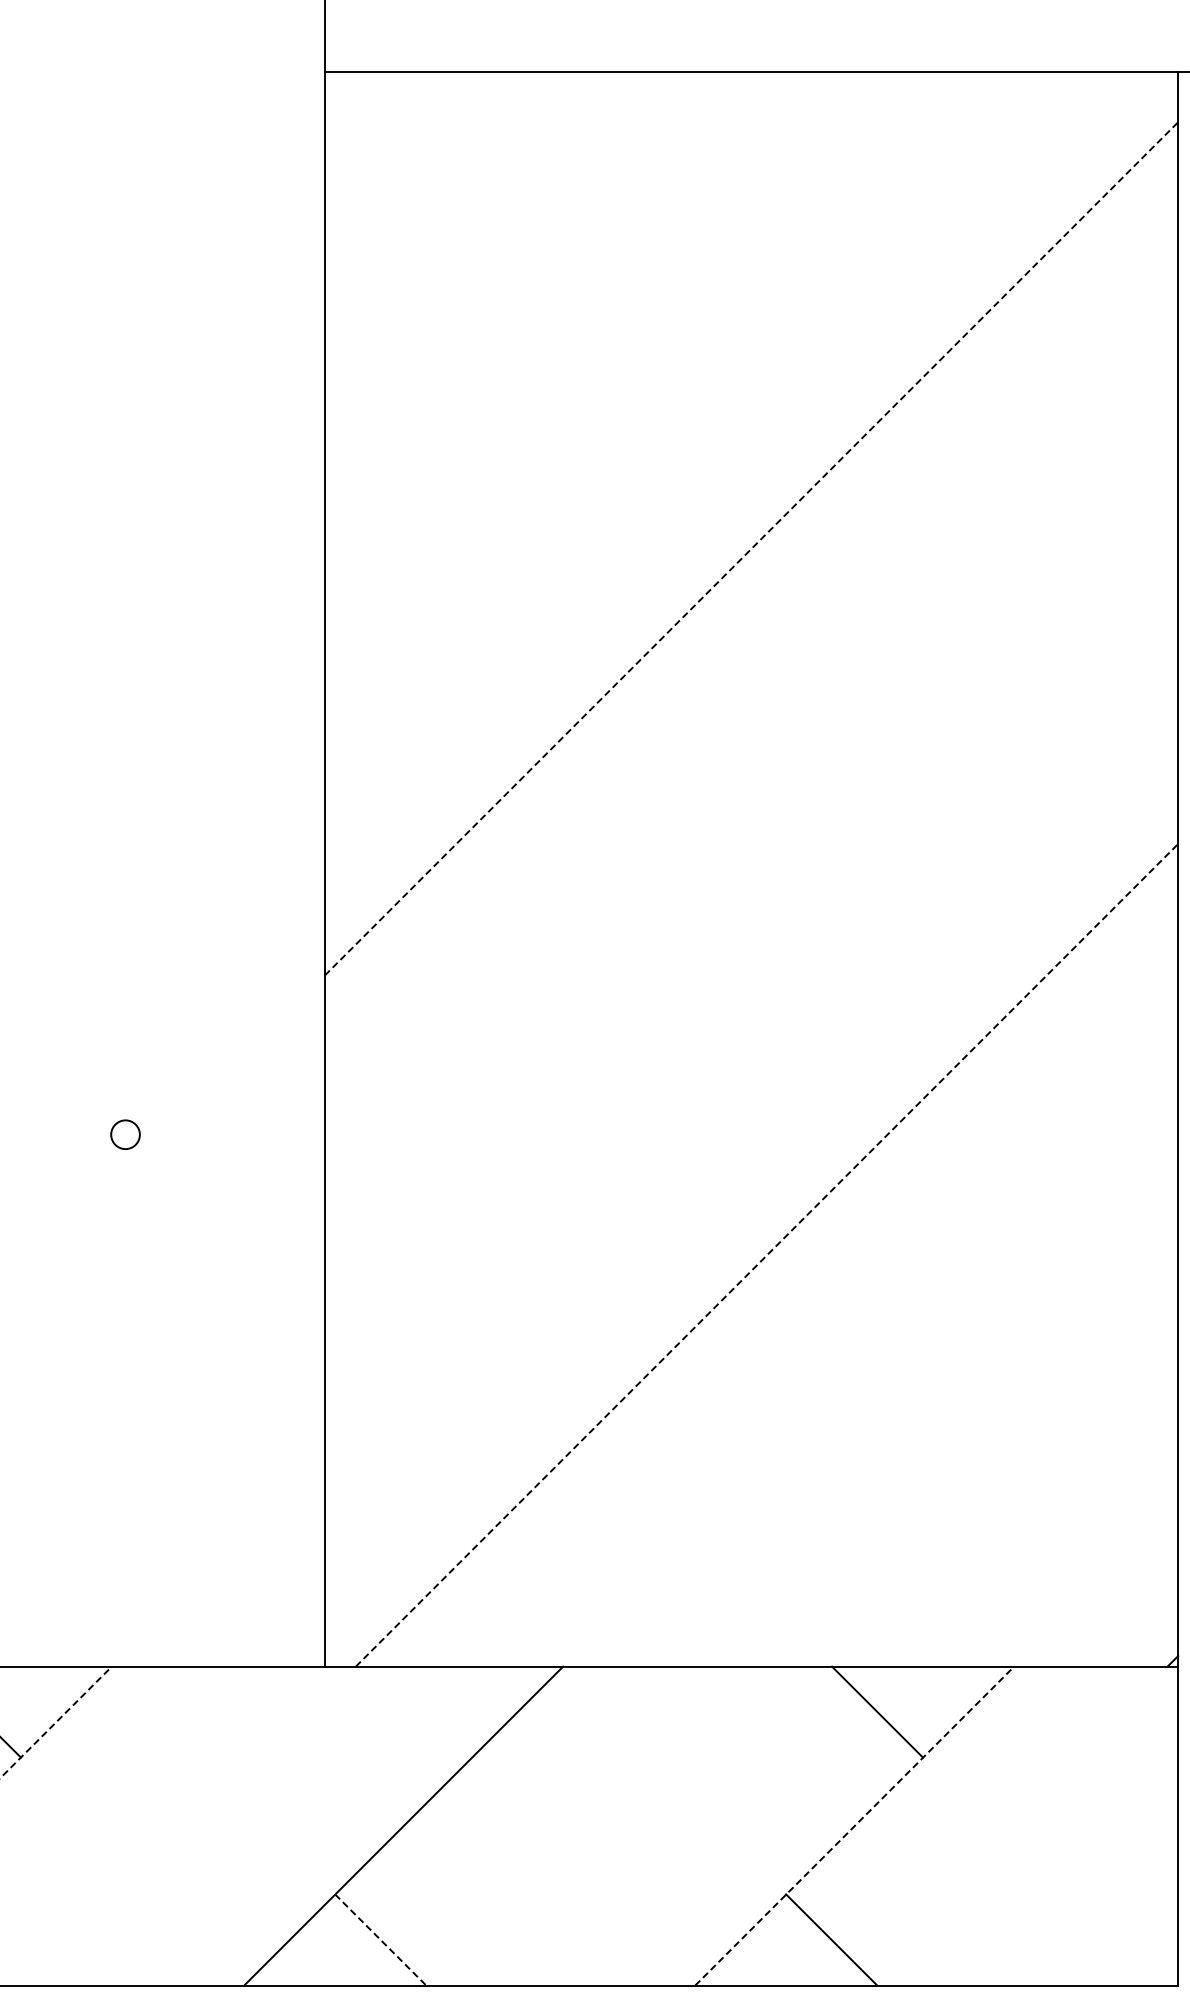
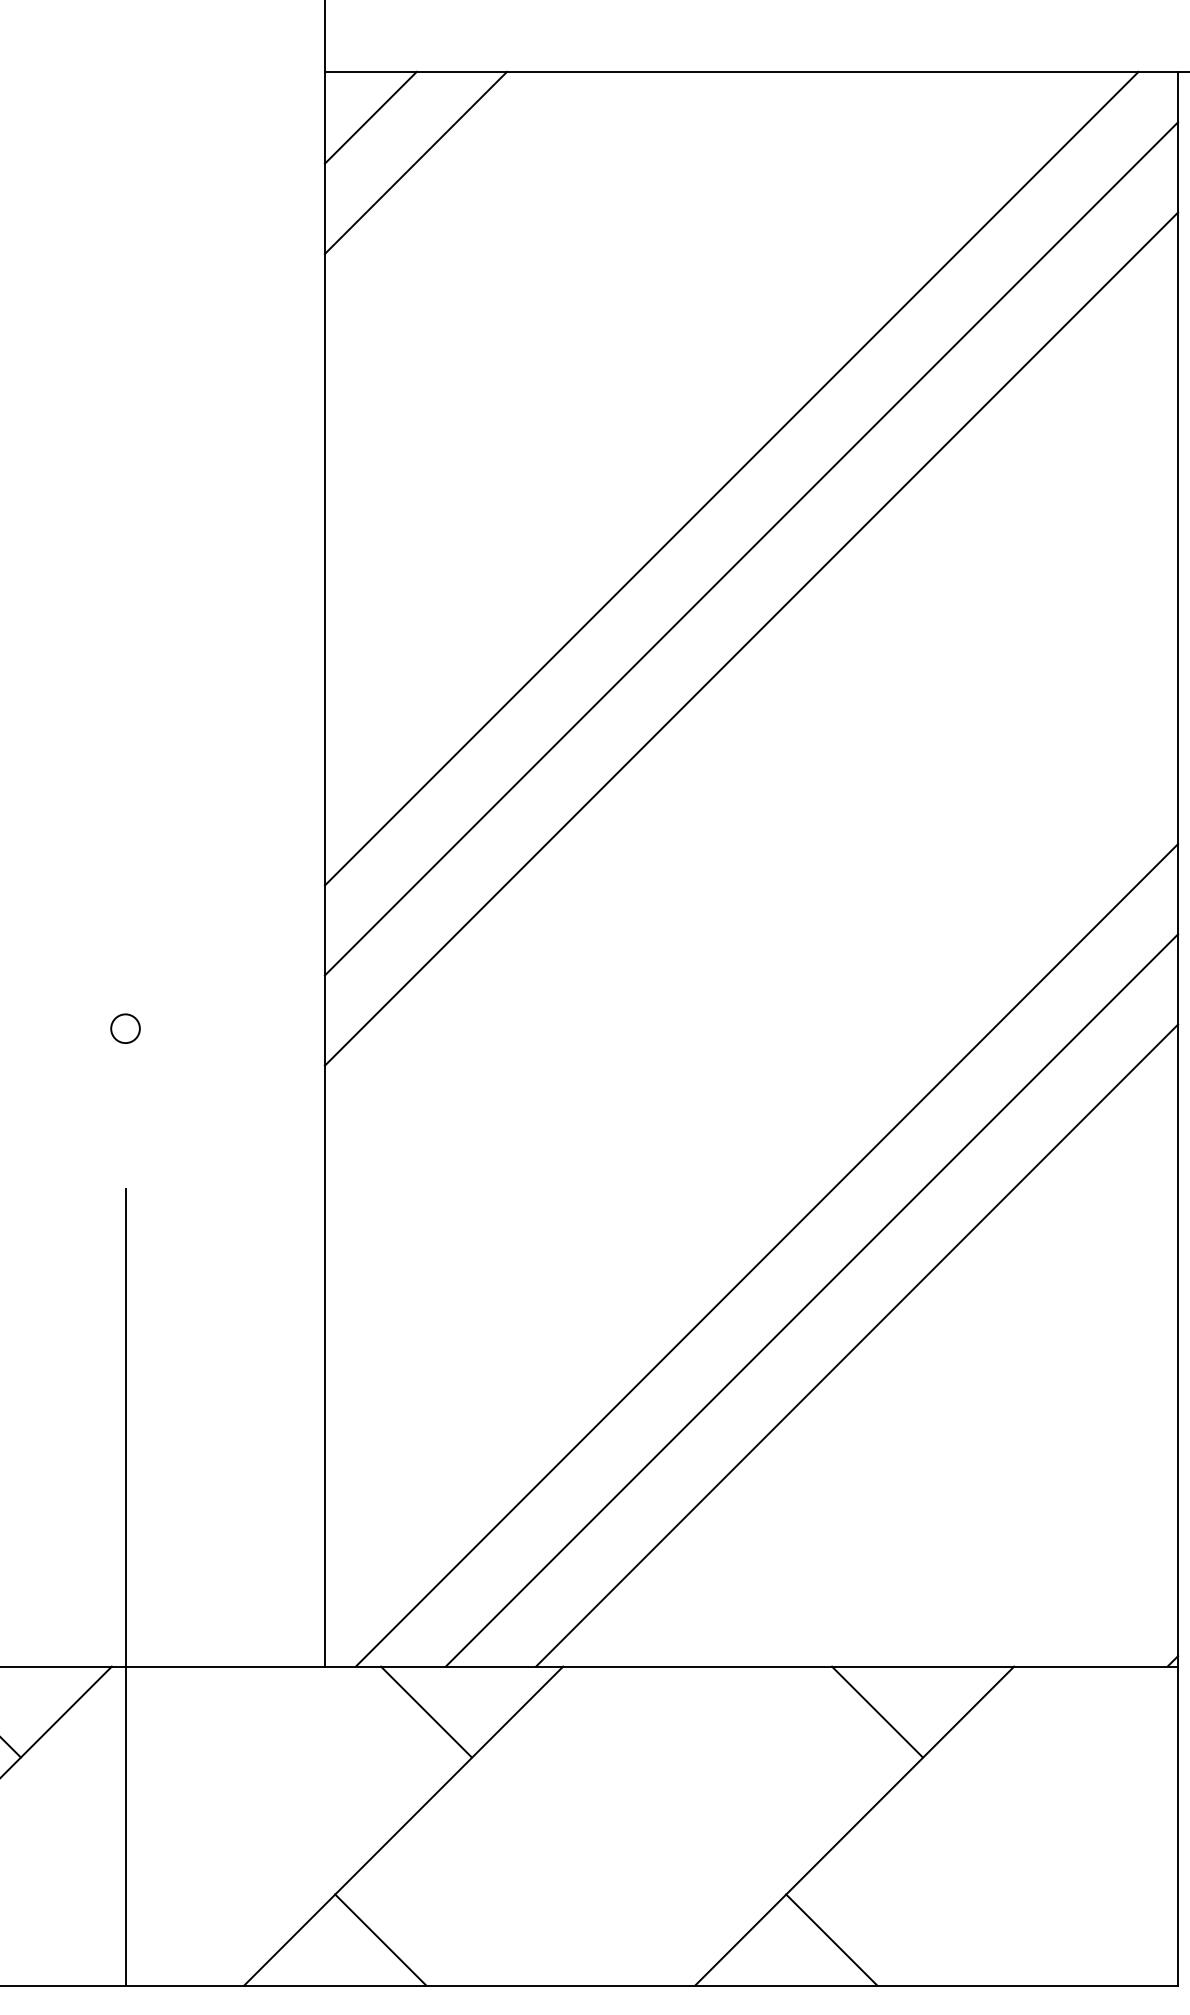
line at (370, 117): none -> present
line at (415, 162): none -> present
line at (731, 478): none -> present
line at (751, 548): dashed -> solid
line at (751, 638): none -> present
circle at (125, 1134) position: (125, 1134) -> (125, 1028)
line at (766, 1255): dashed -> solid
line at (811, 1300): none -> present
line at (857, 1345): none -> present
line at (125, 1599): none -> present
line at (426, 1711): none -> present
line at (56, 1722): dashed -> solid
line at (854, 1826): dashed -> solid
line at (380, 1939): dashed -> solid
